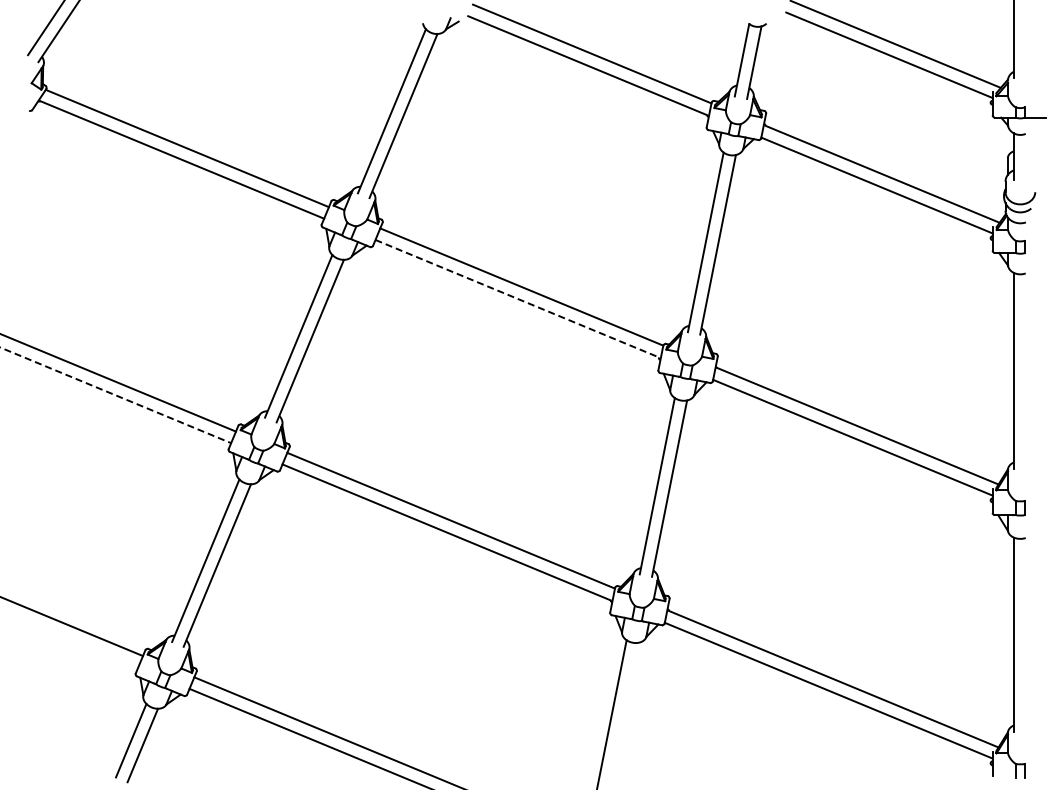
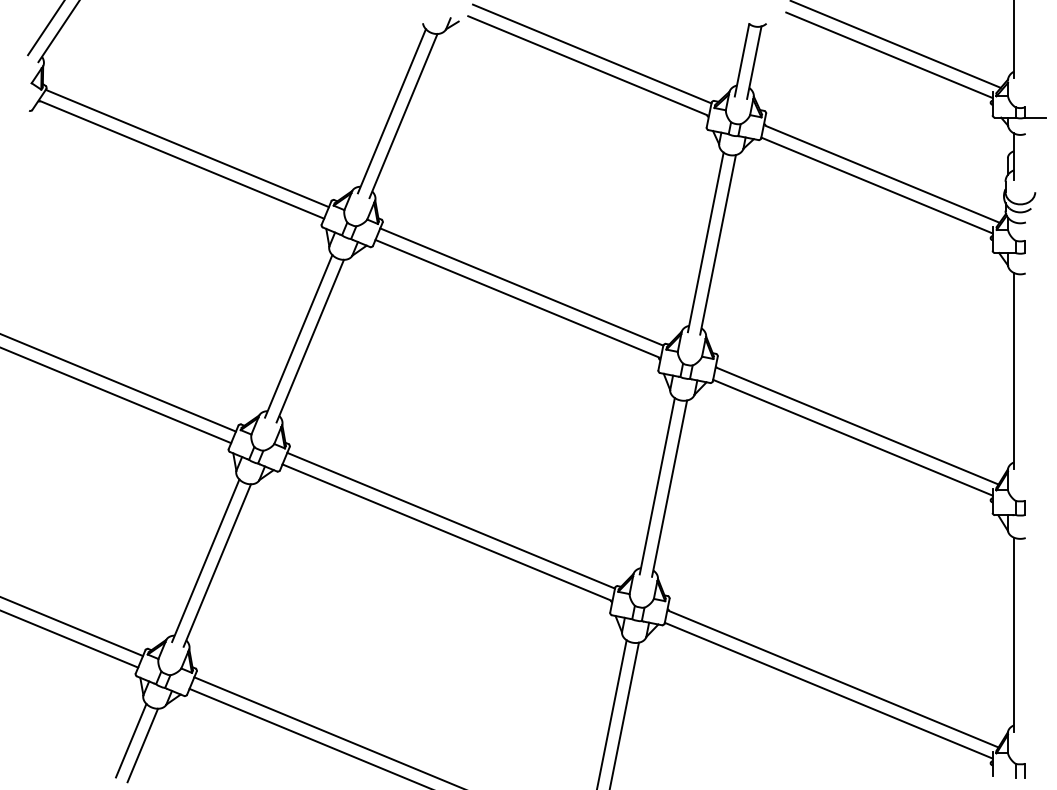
line at (517, 298): dashed -> solid
line at (115, 395): dashed -> solid
line at (70, 639): none -> present
line at (624, 714): none -> present
